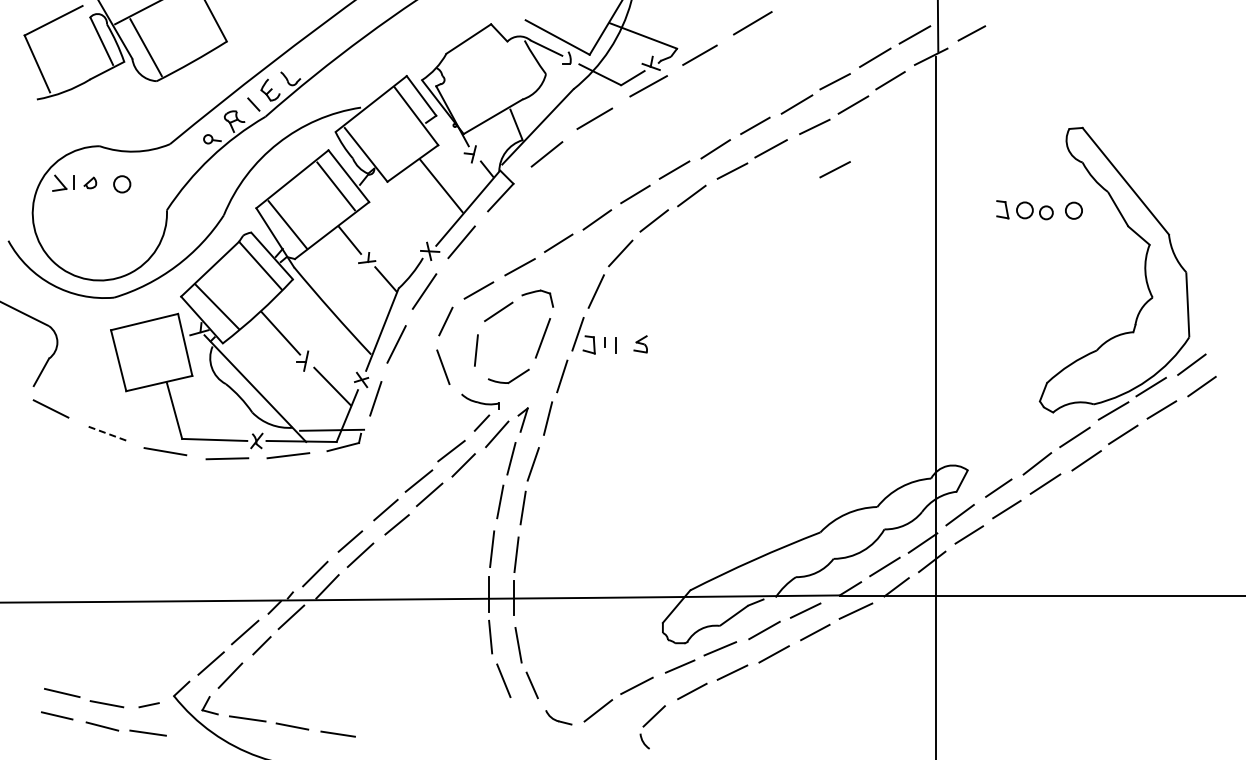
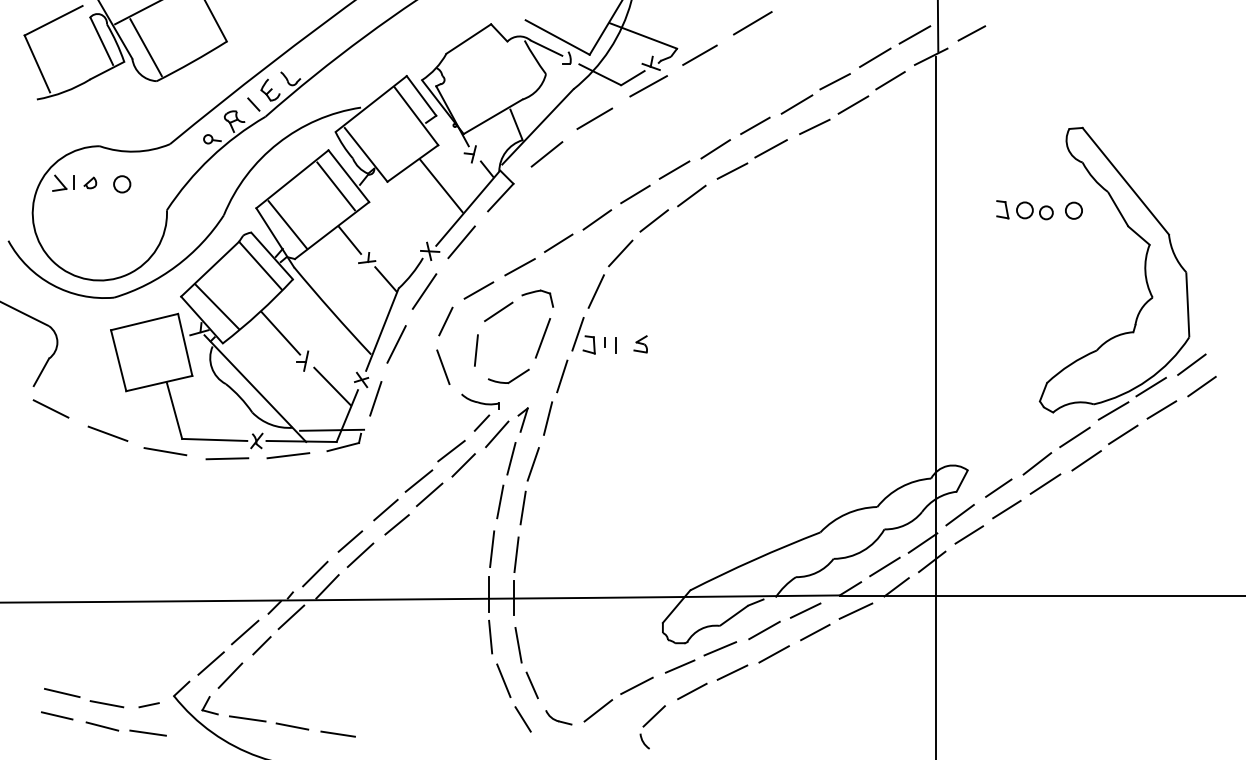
line at (834, 169): present -> none
line at (108, 433): dashed -> solid
line at (522, 719): none -> present
